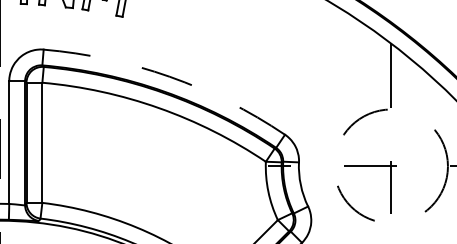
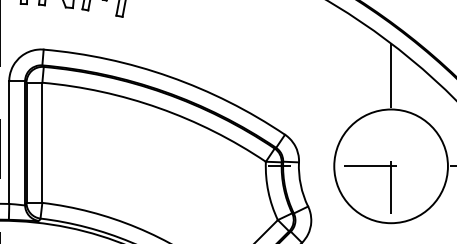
arc at (169, 76): dashed -> solid
circle at (390, 166): dashed -> solid
